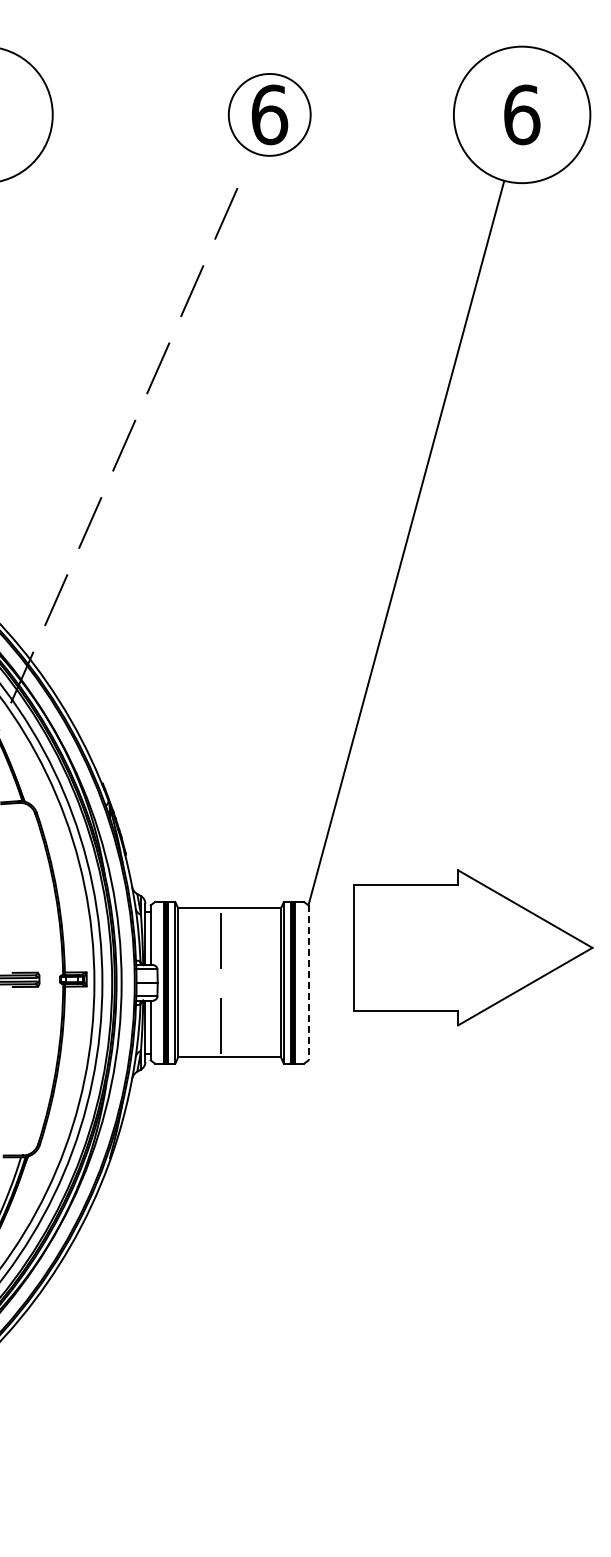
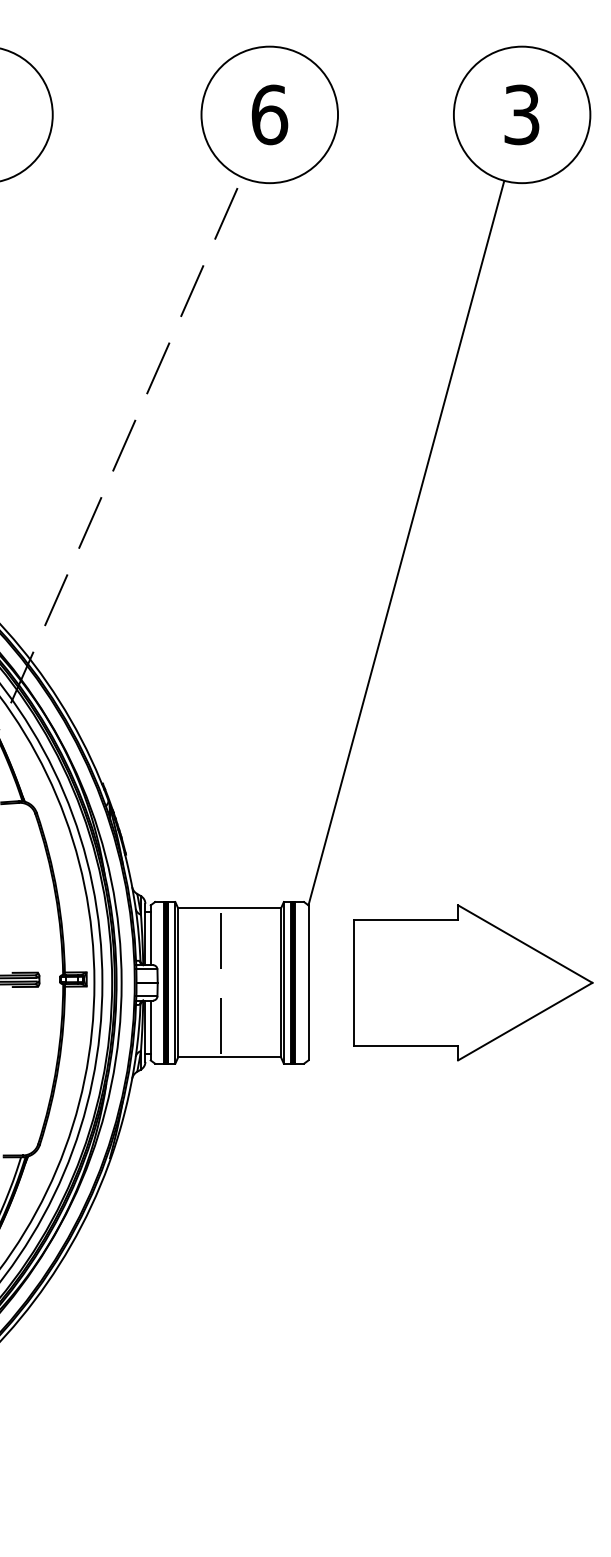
circle at (269, 114) diameter: 82 px -> 137 px
text at (522, 114): 6 -> 3
part at (473, 947) position: (473, 947) -> (473, 982)
line at (308, 982): dashed -> solid
